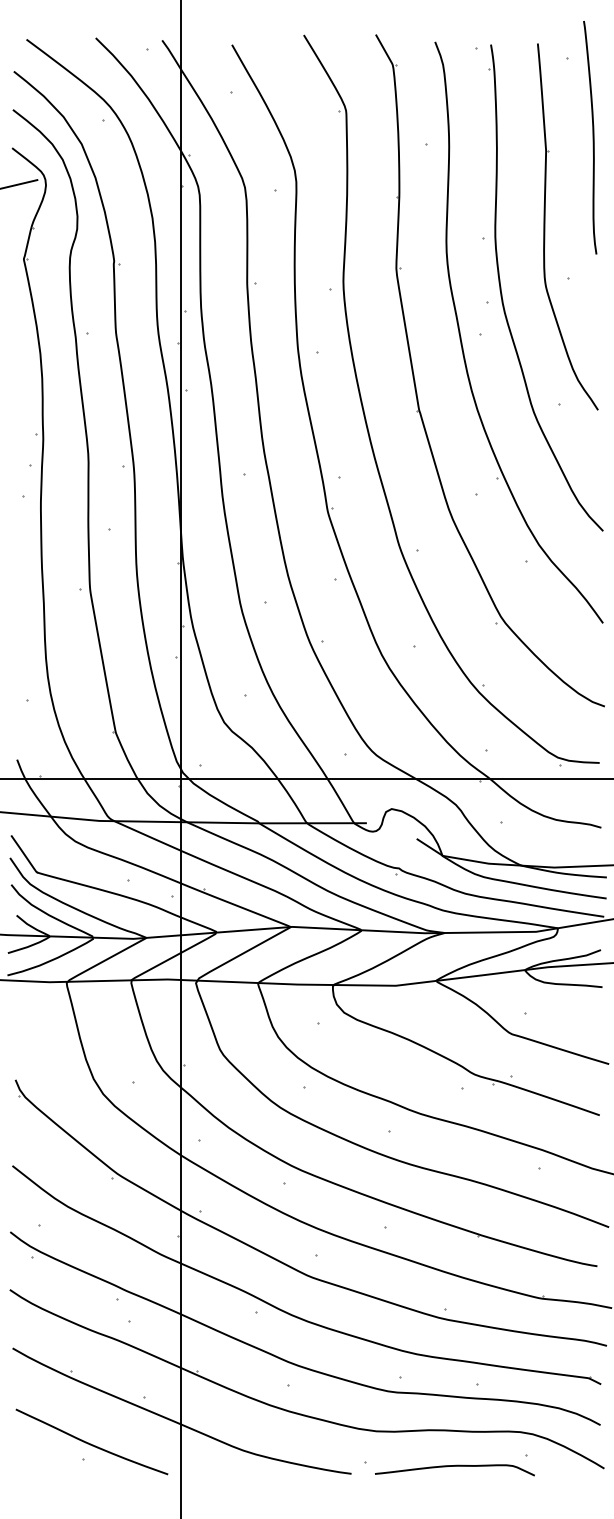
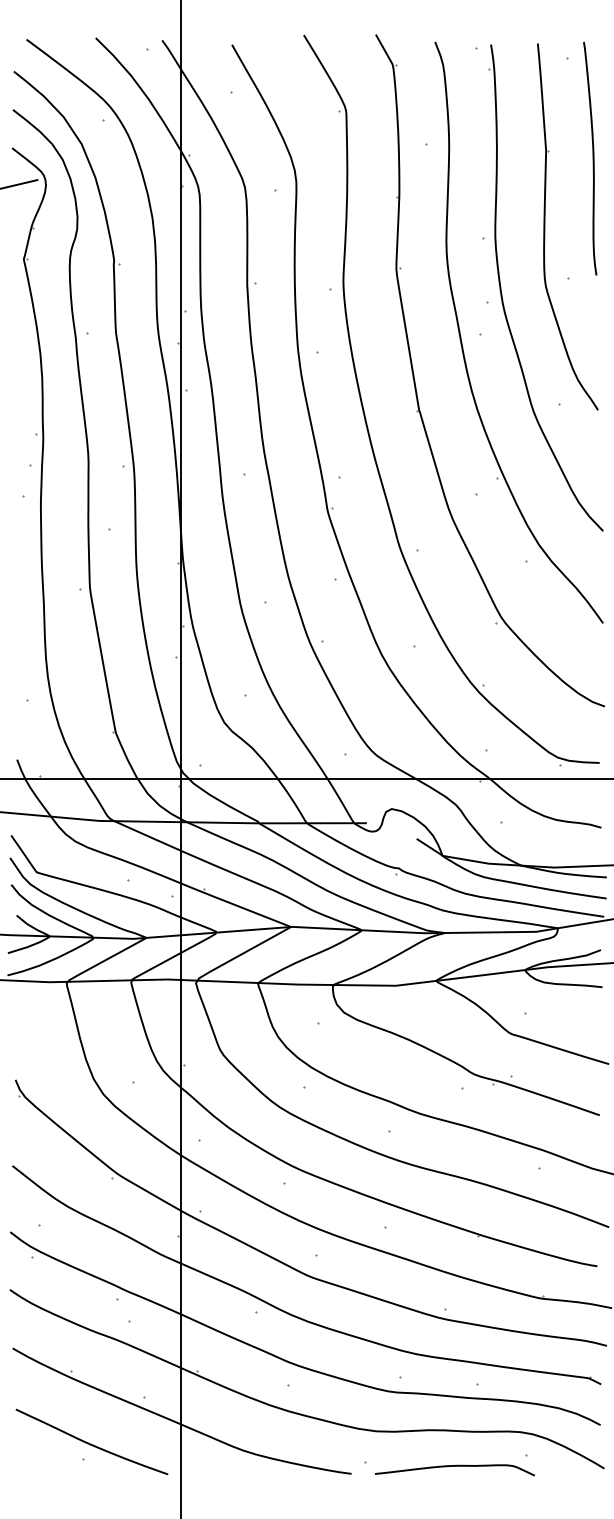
curve at (592, 137) position: (592, 137) -> (592, 158)
